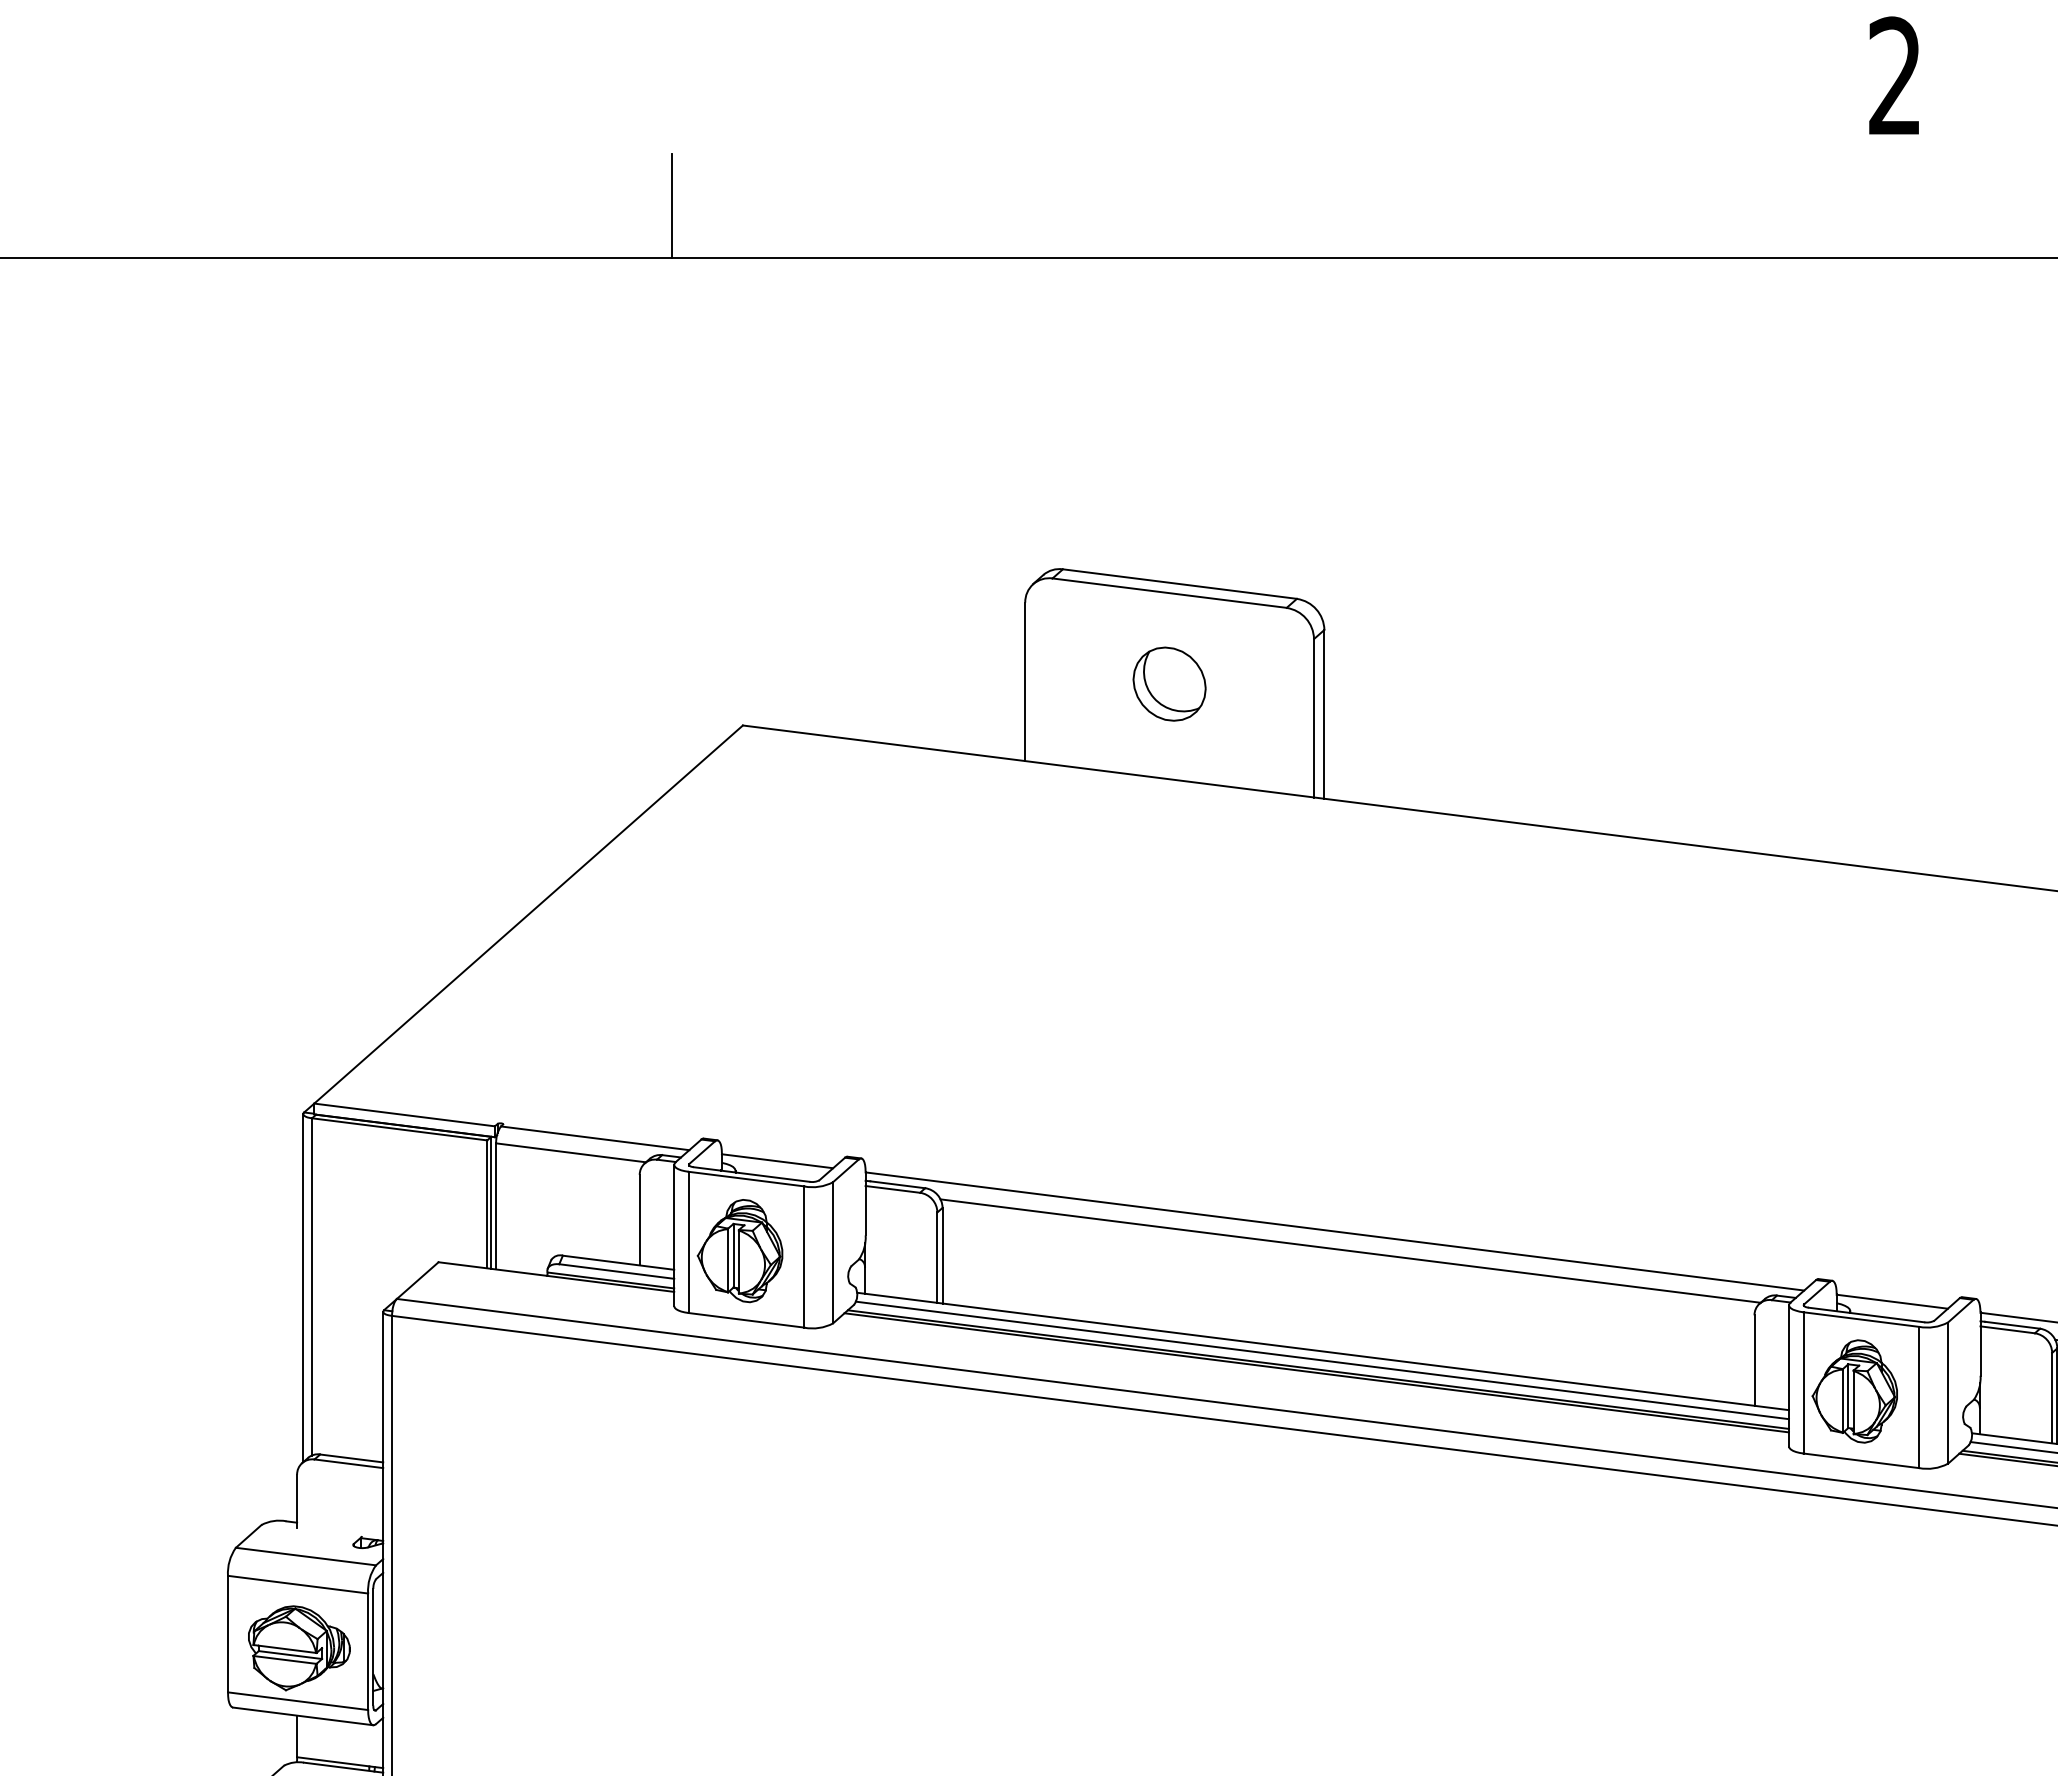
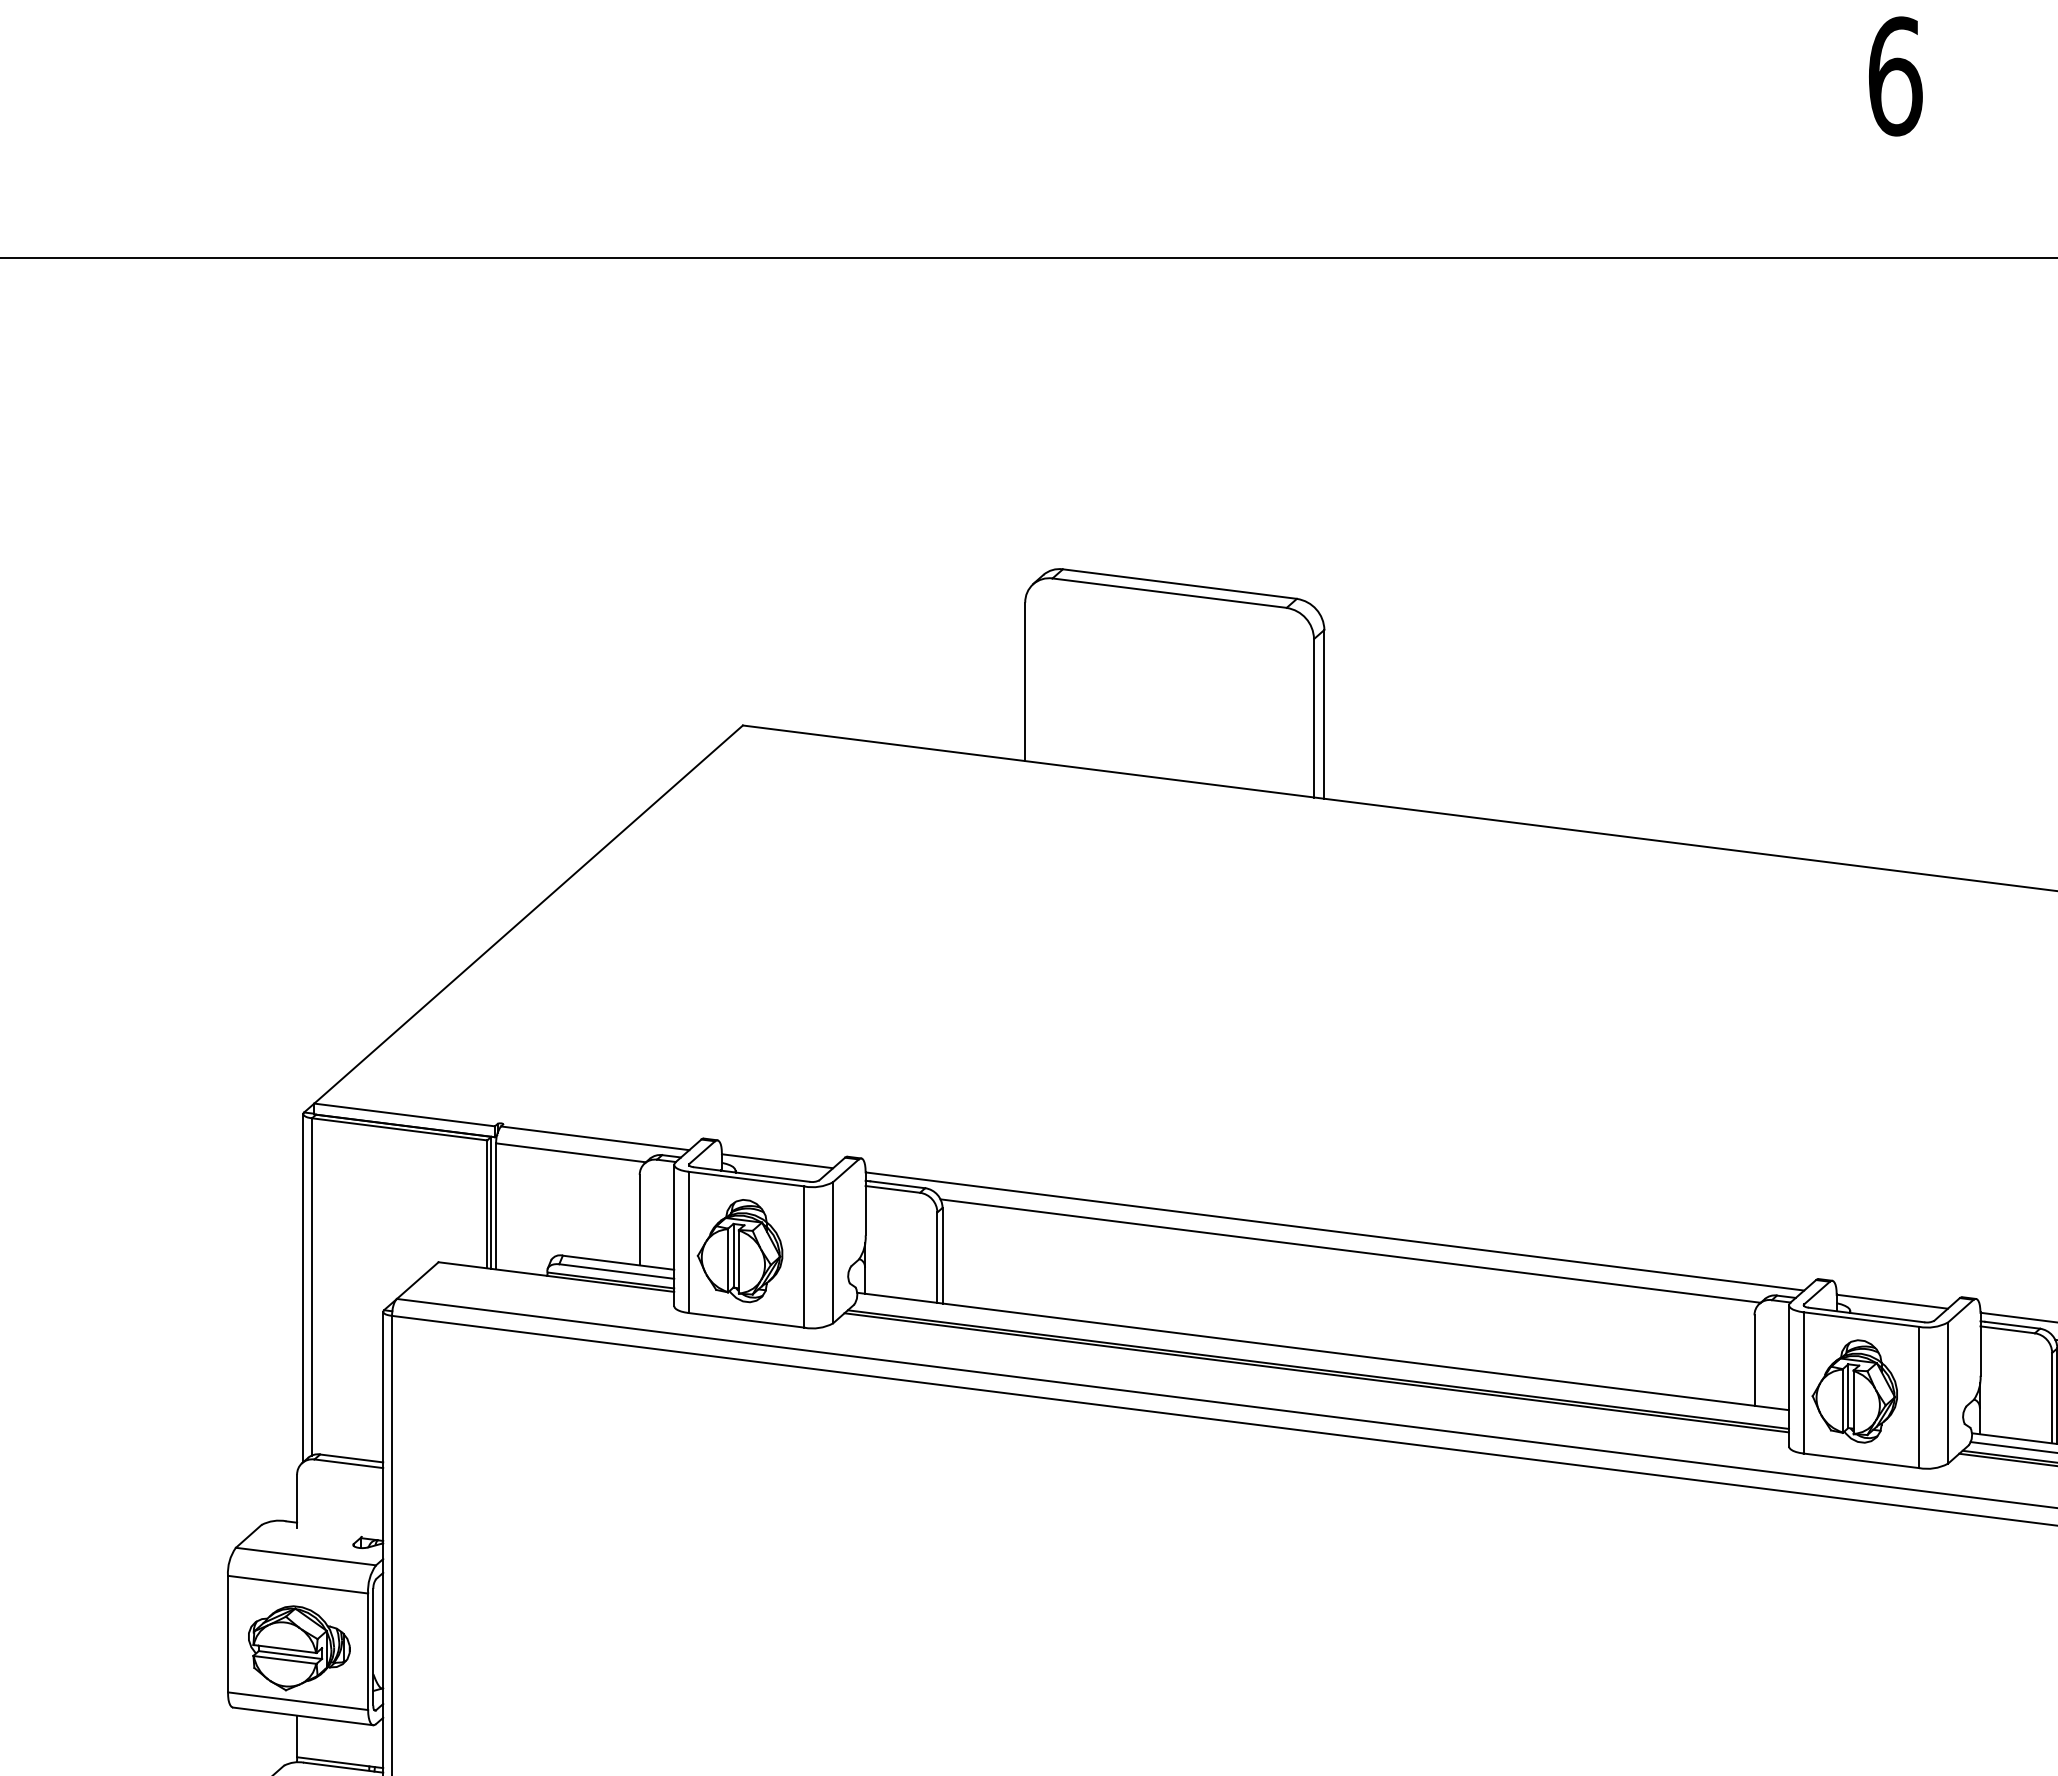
text at (1895, 76): 2 -> 6
line at (672, 205): present -> none
part at (1169, 683): present -> none
line at (1321, 1360): present -> none
